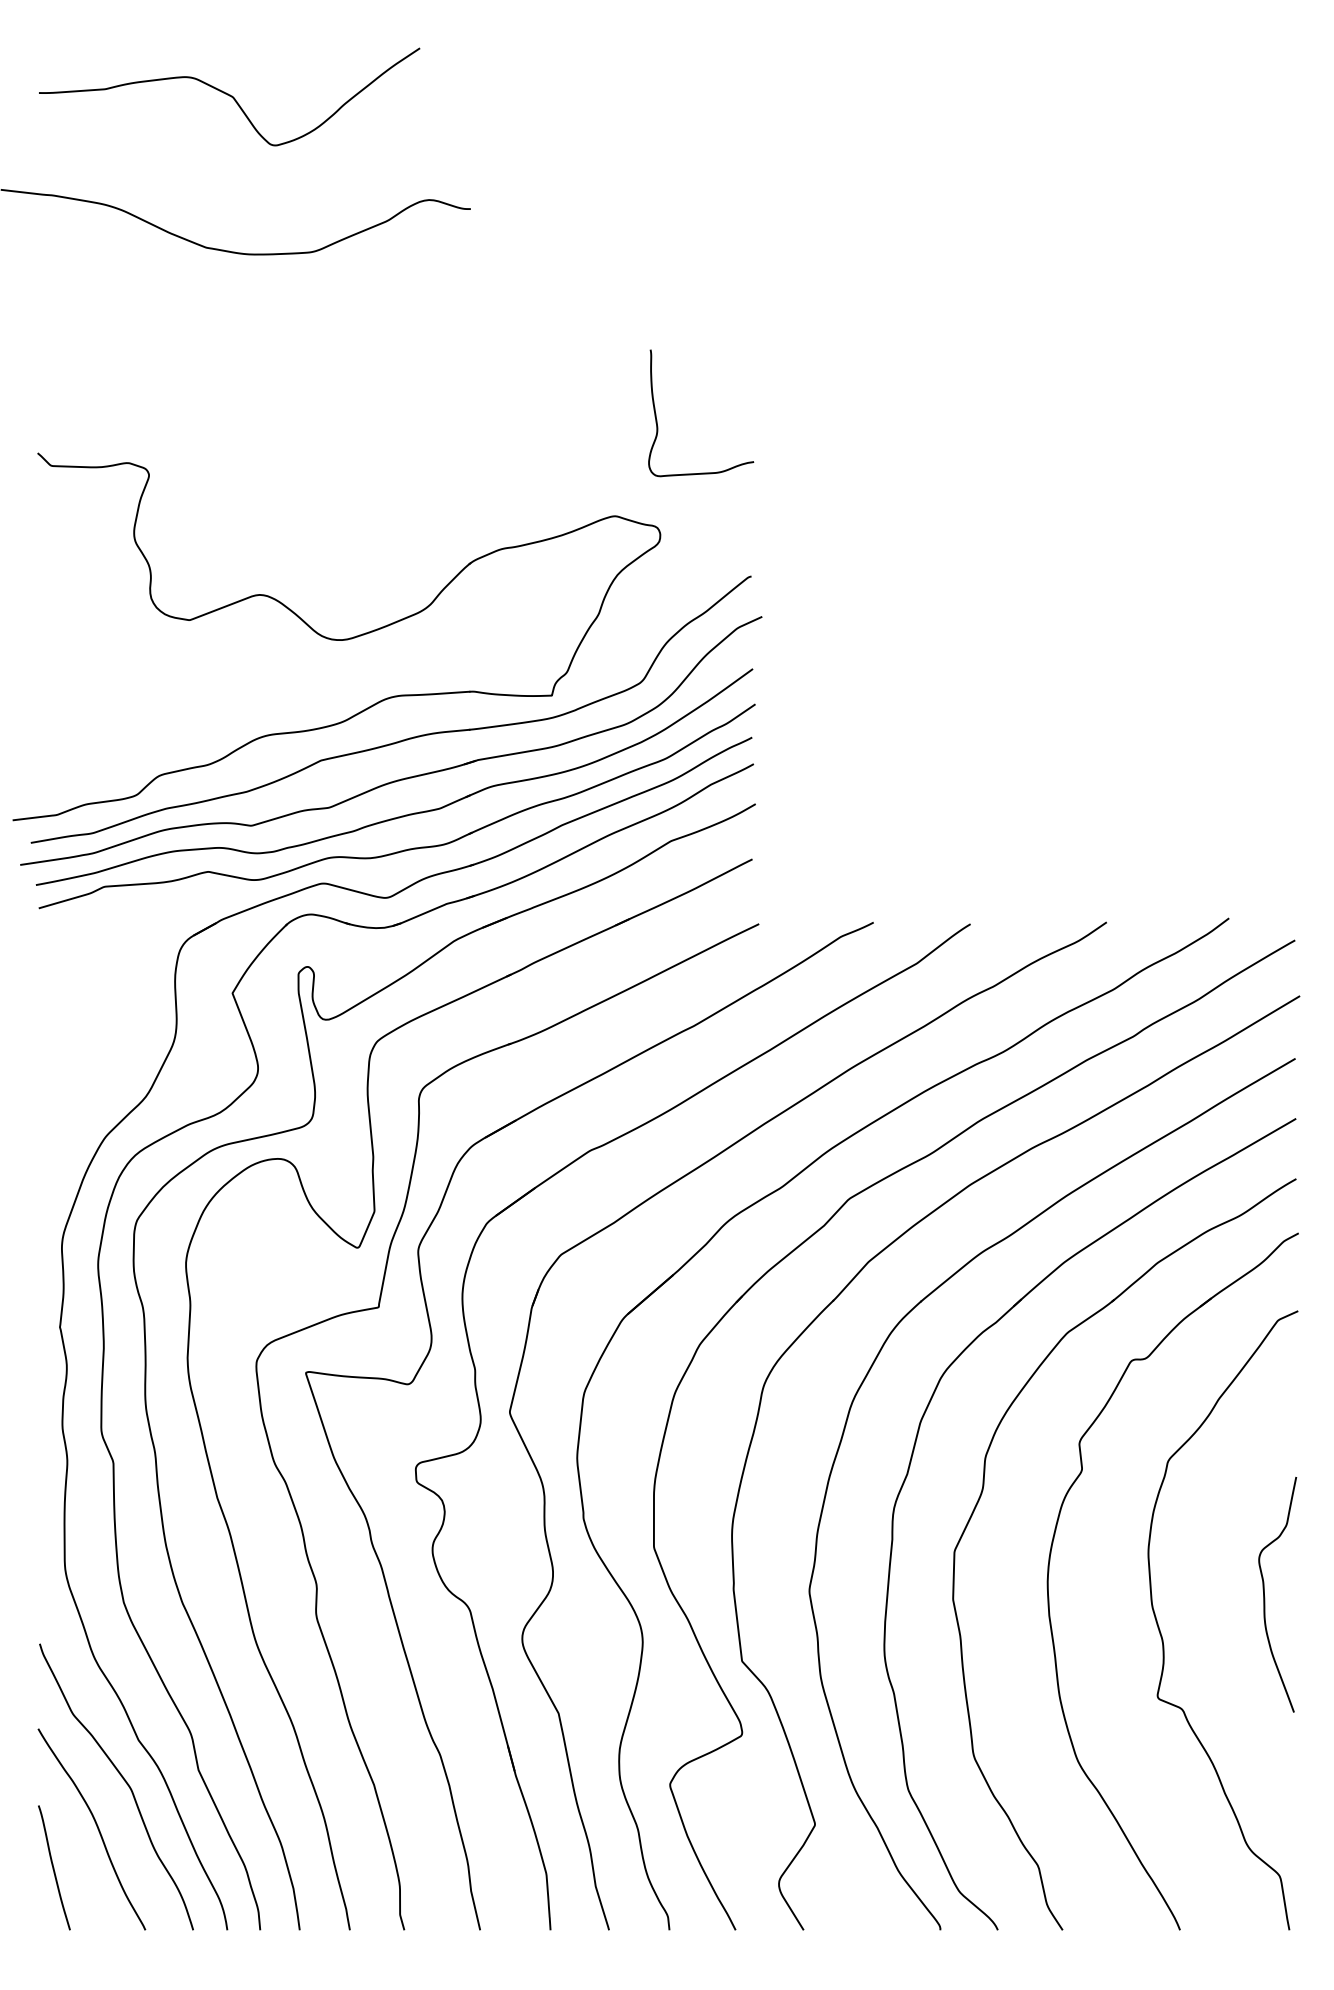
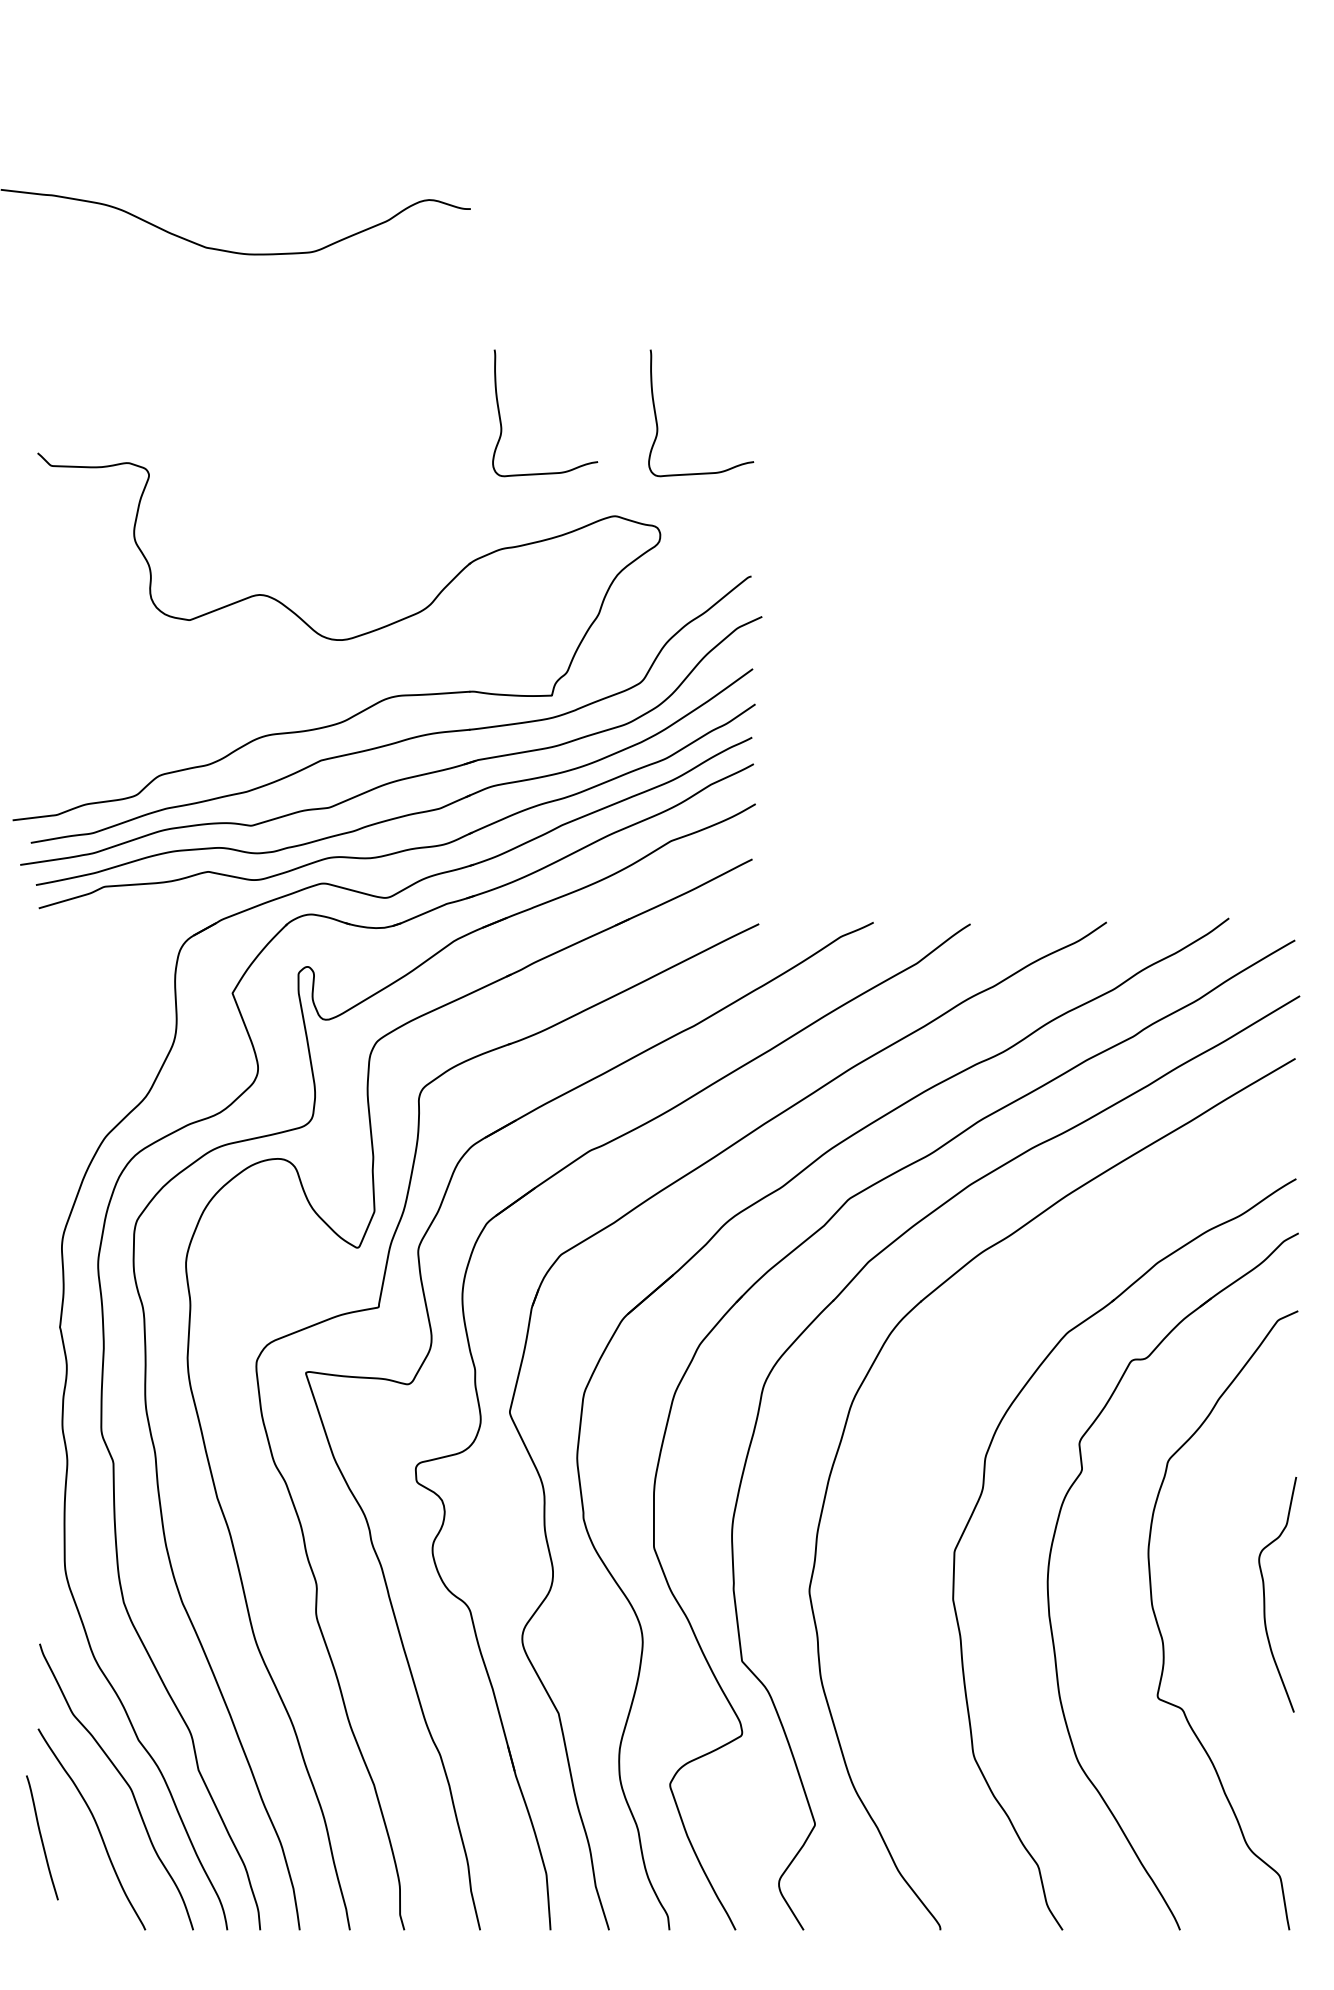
curve at (229, 96): present -> none
curve at (501, 419): none -> present
part at (908, 1474): present -> none
curve at (54, 1867) position: (54, 1867) -> (42, 1837)
